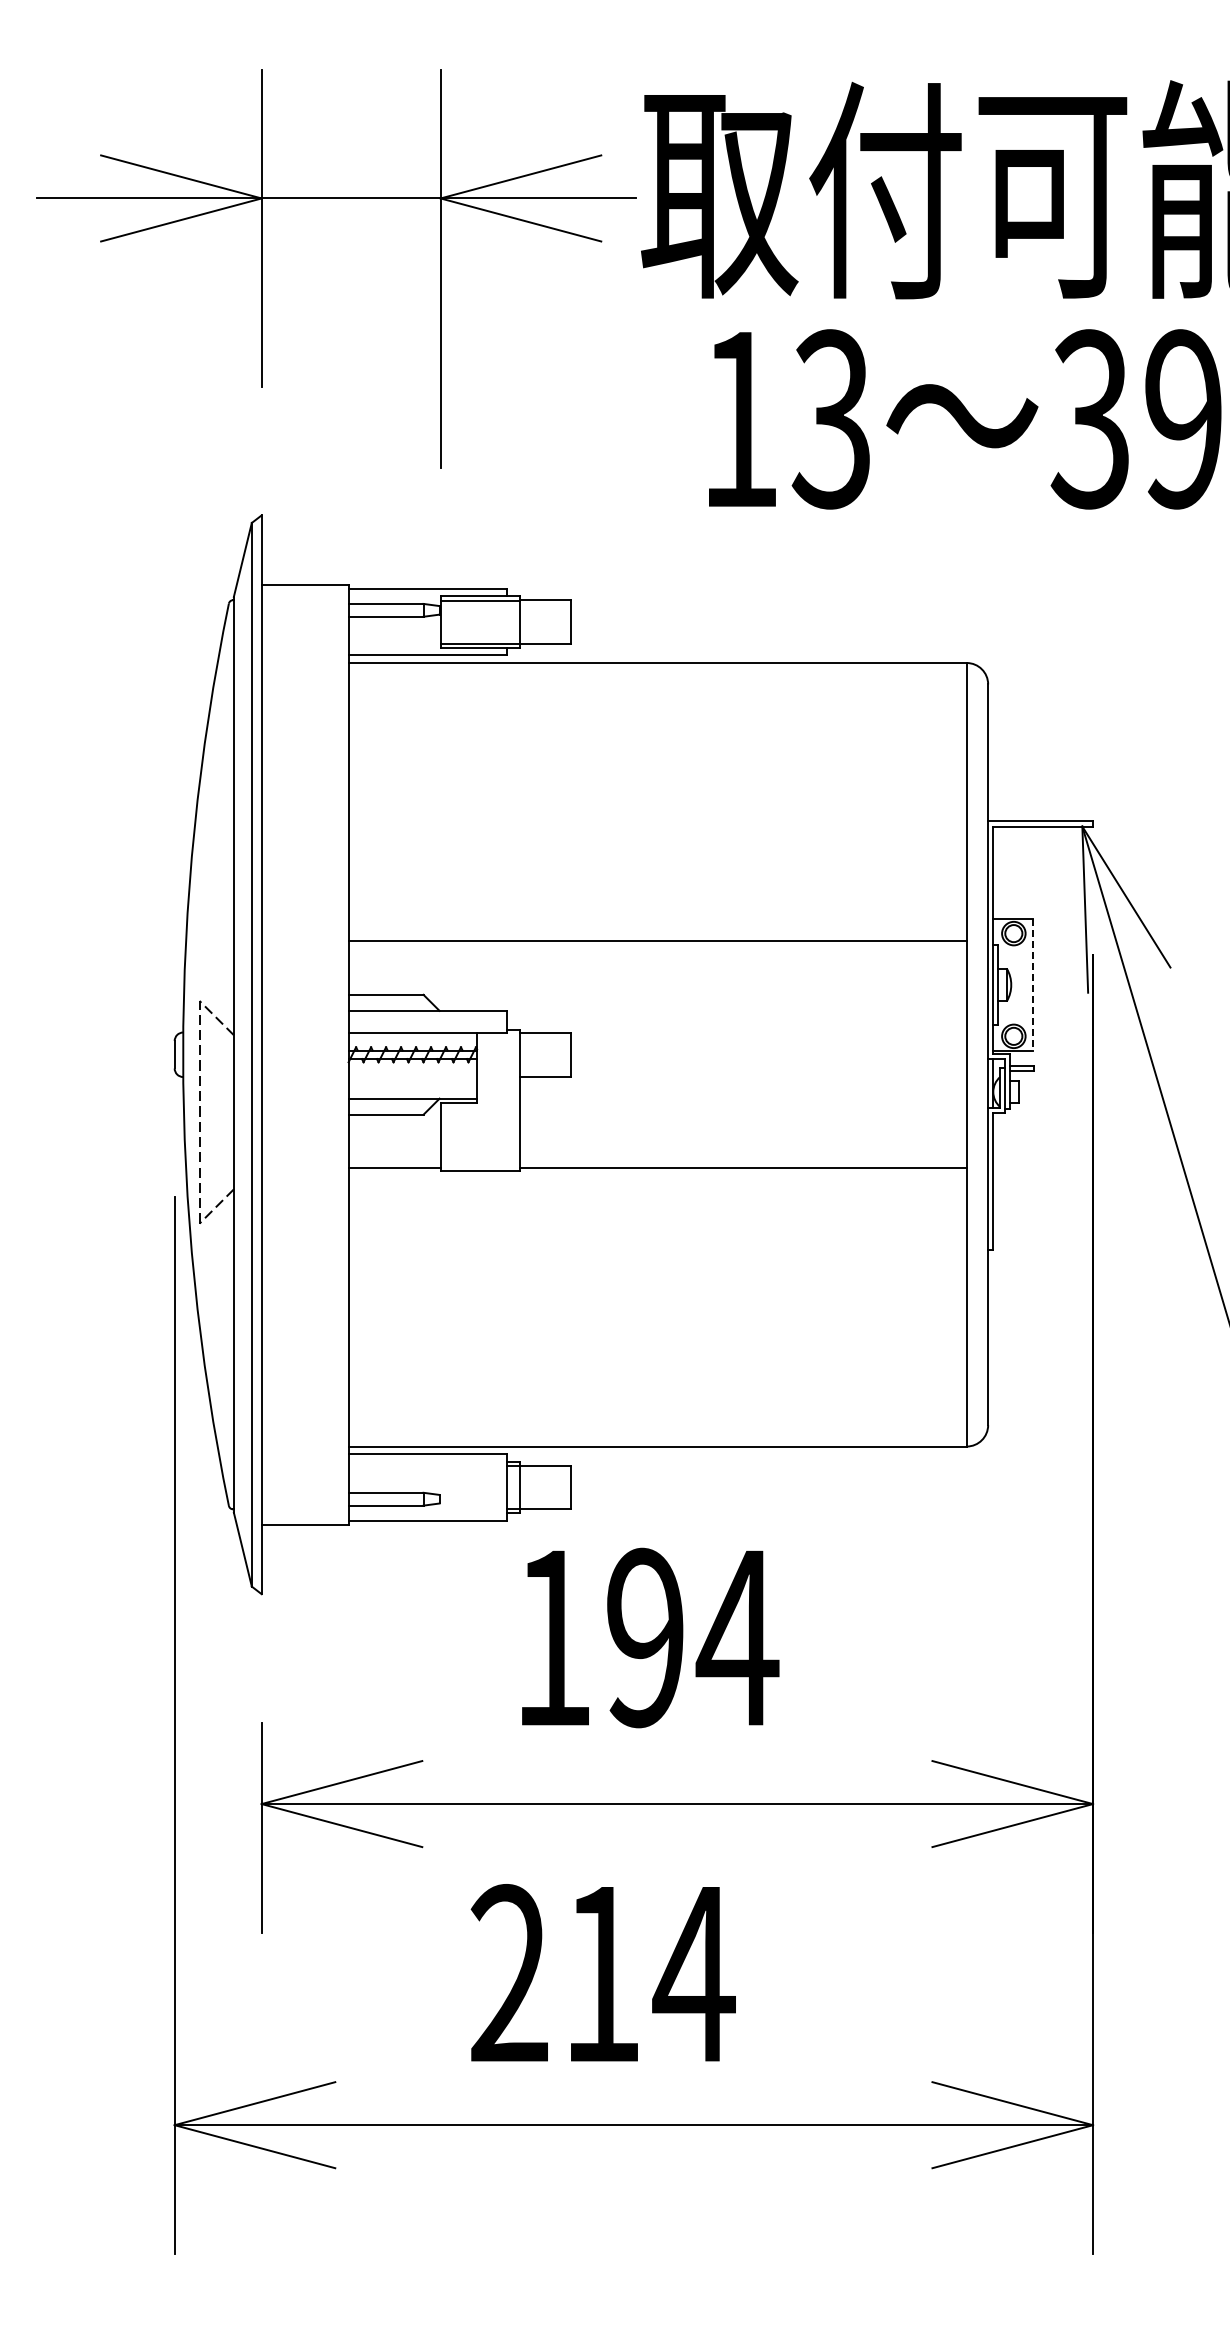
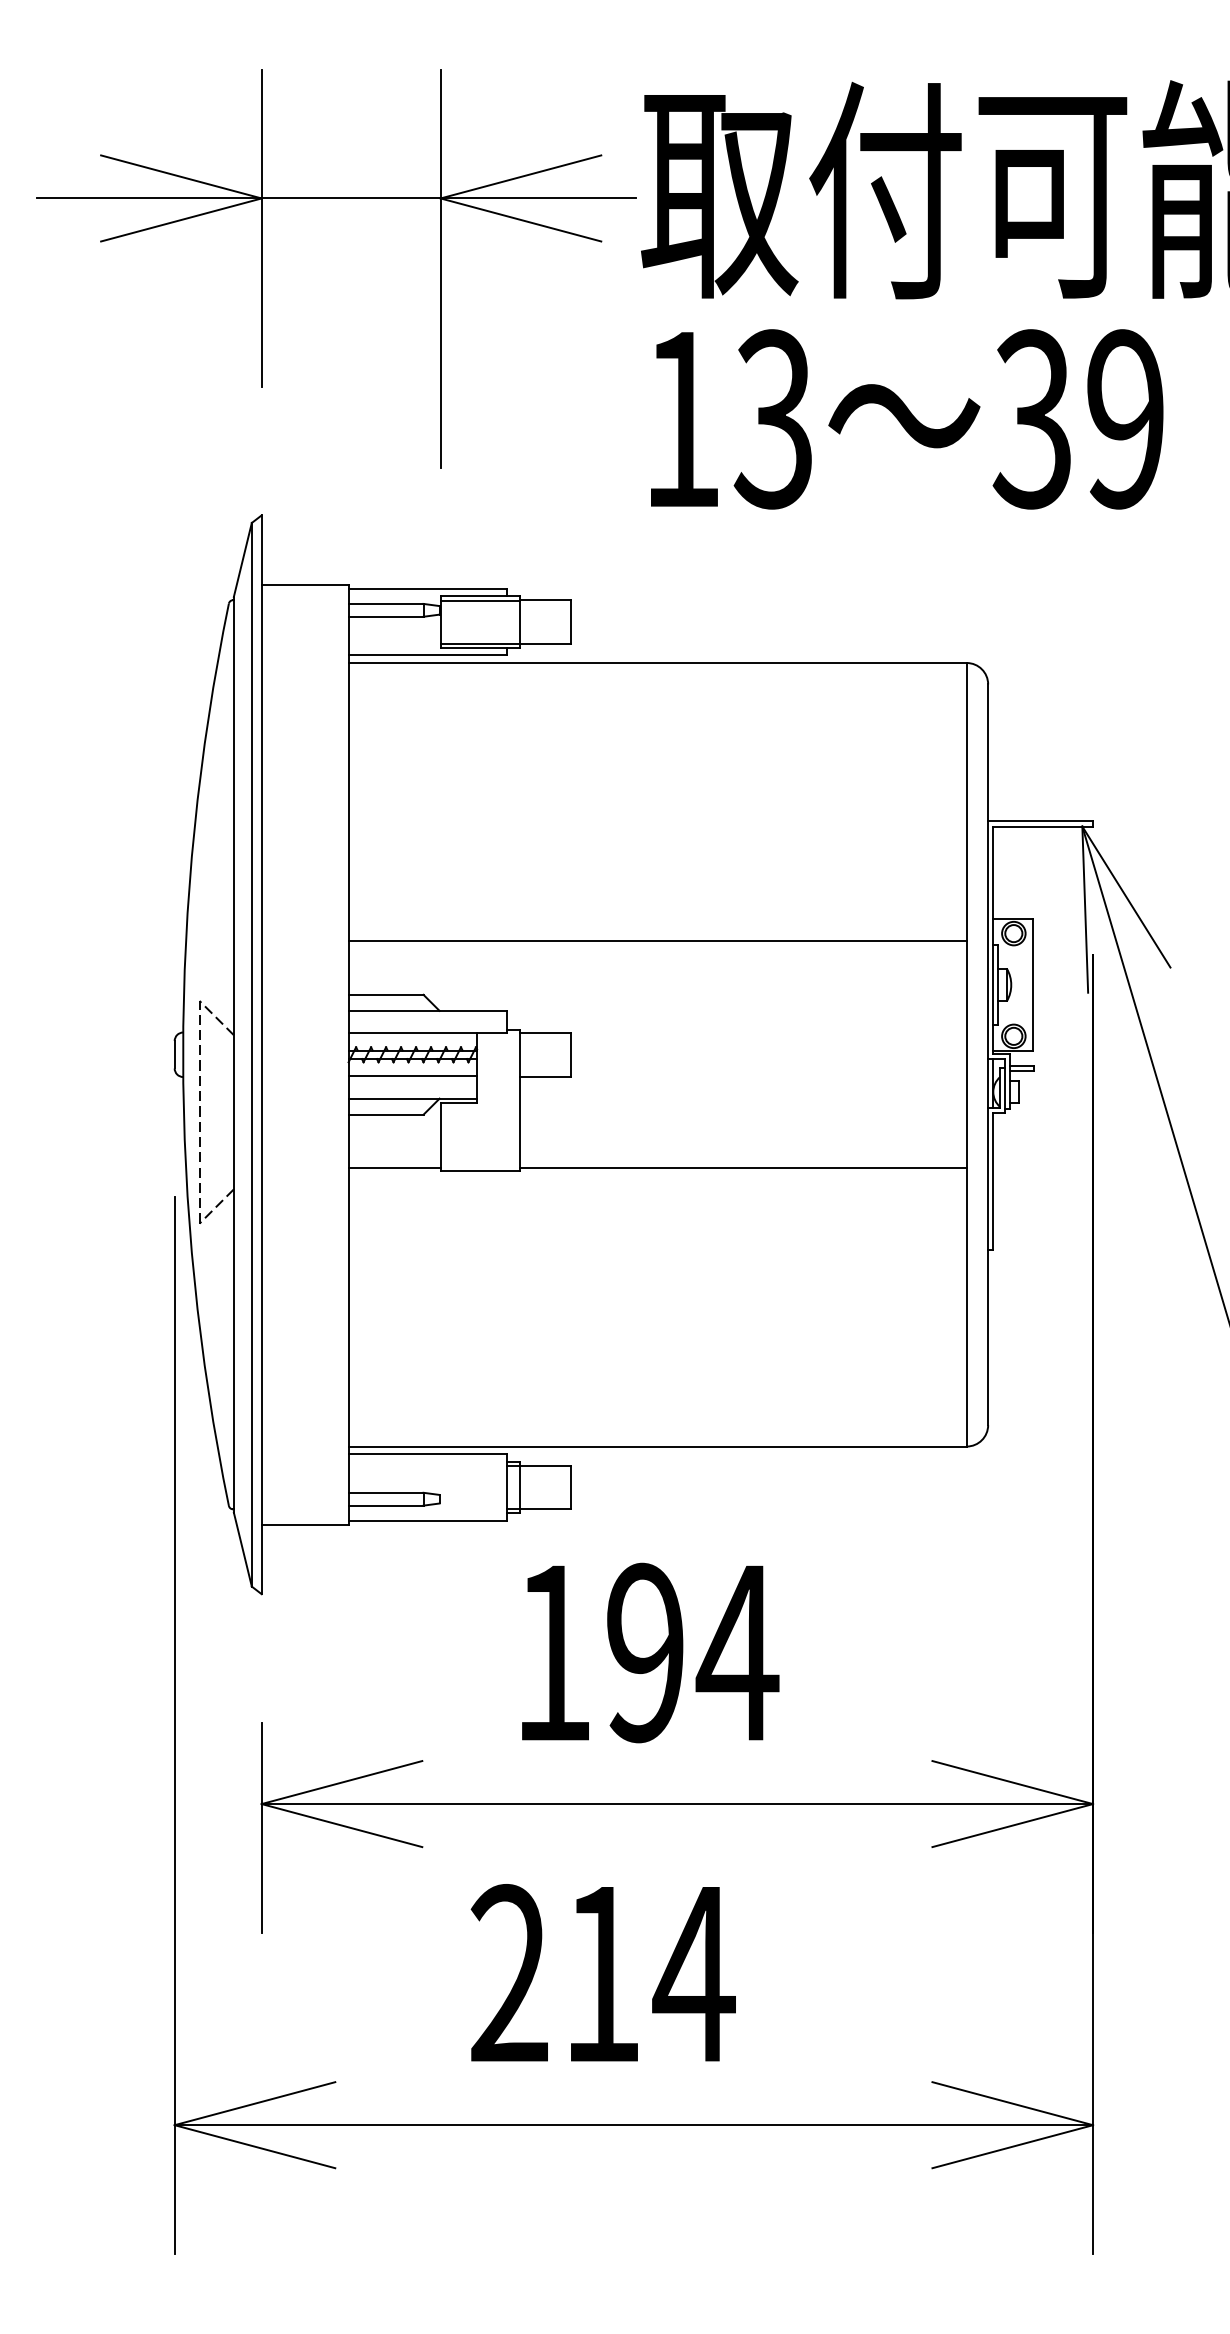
text at (965, 419) position: (965, 419) -> (907, 419)
line at (1032, 985): dashed -> solid
line at (412, 1076): none -> present
text at (650, 1637) position: (650, 1637) -> (650, 1652)
